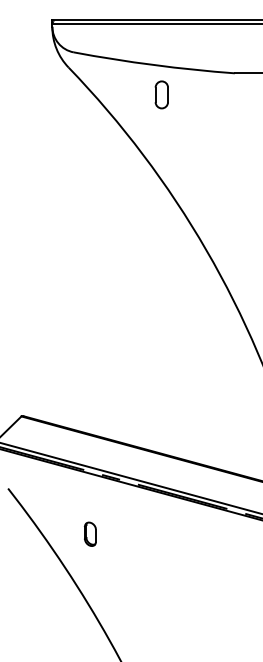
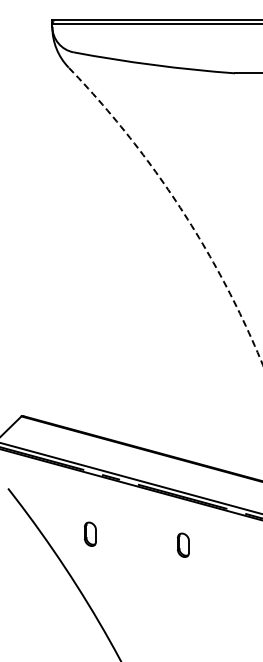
part at (161, 94): present -> none
arc at (180, 207): solid -> dashed
part at (182, 544): none -> present
